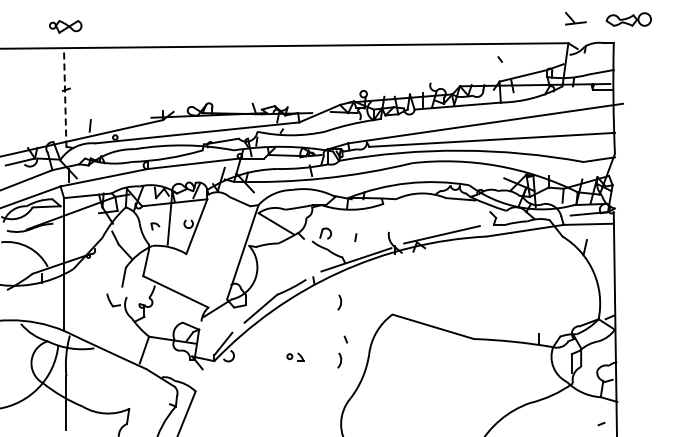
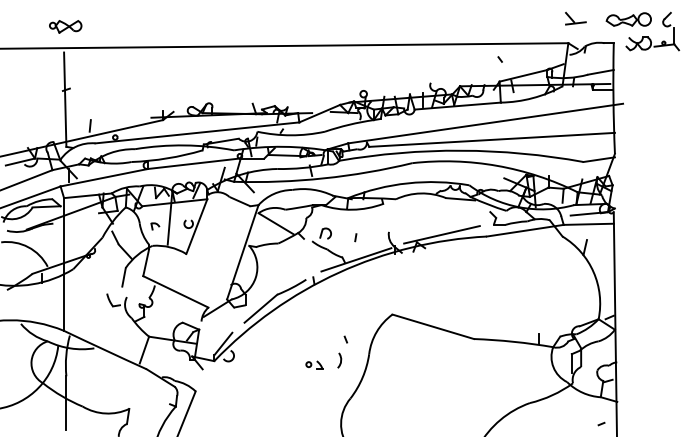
part at (648, 36): none -> present
line at (65, 100): dashed -> solid
arc at (340, 302): present -> none
part at (295, 356) position: (295, 356) -> (314, 364)
